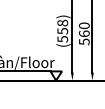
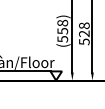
text at (84, 29): 560 -> 528
